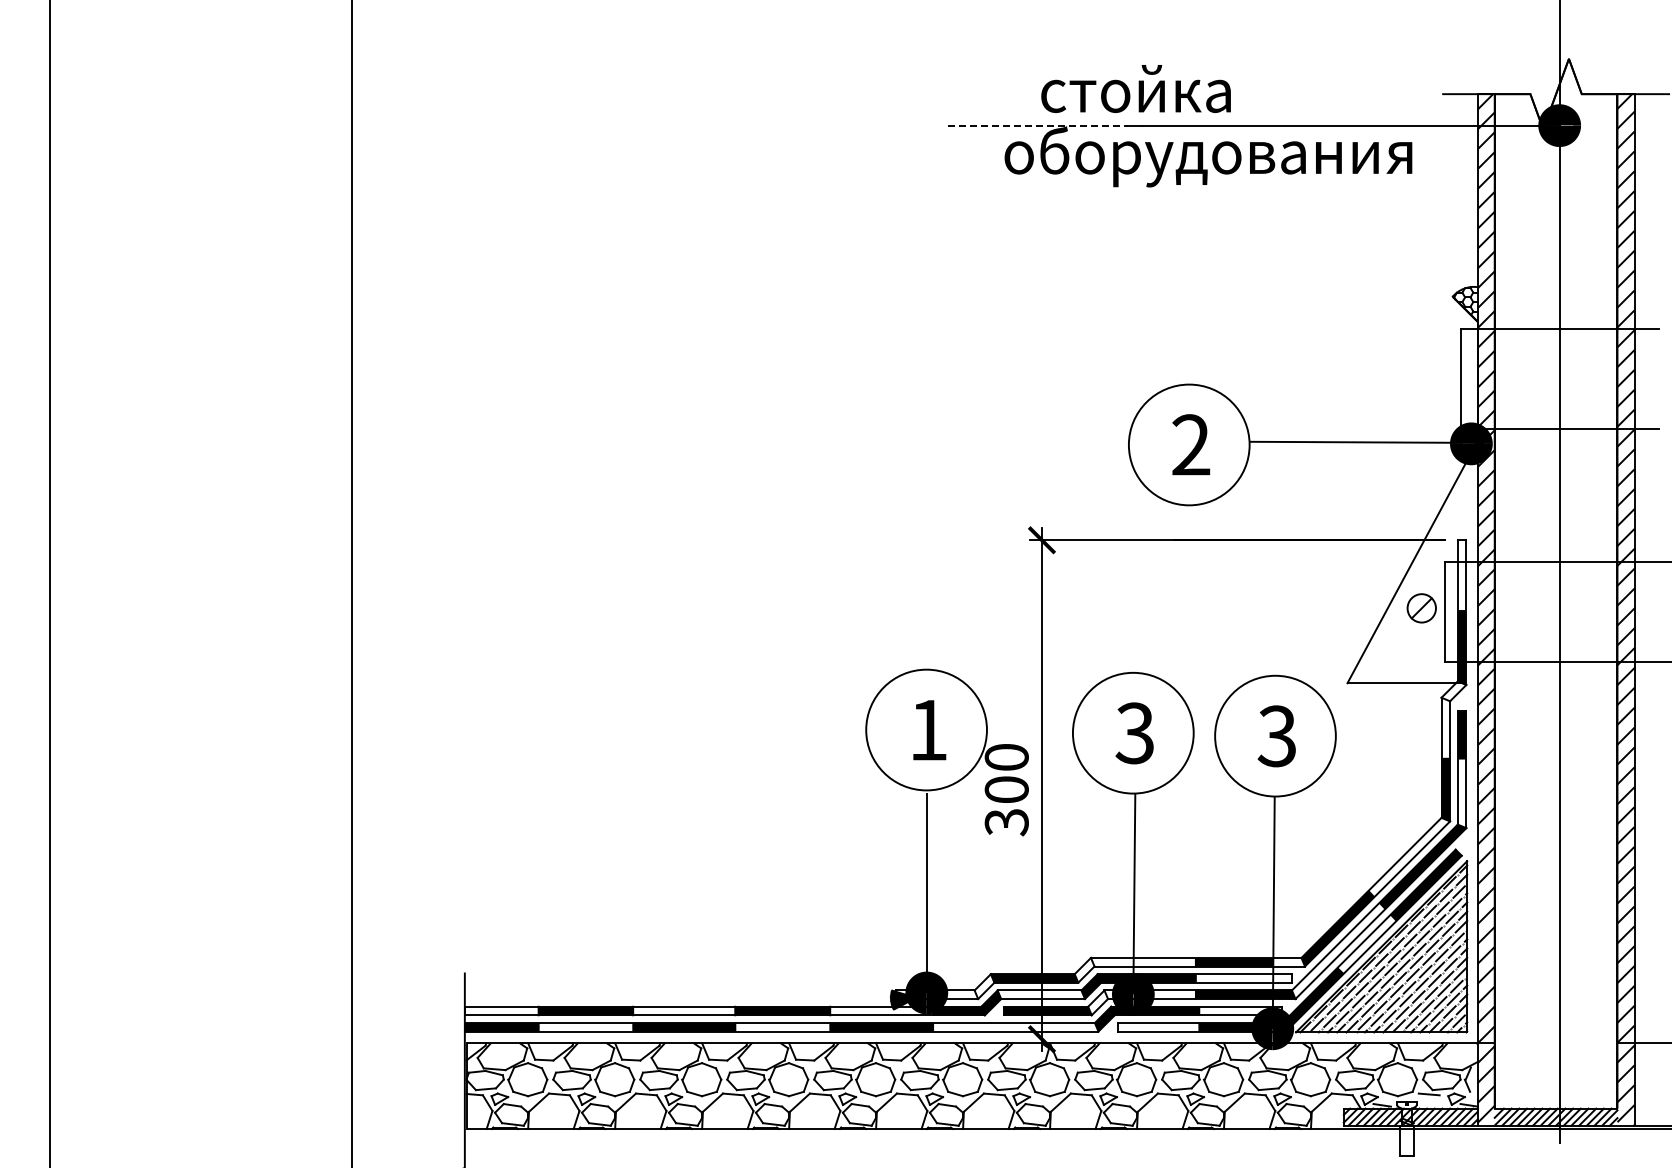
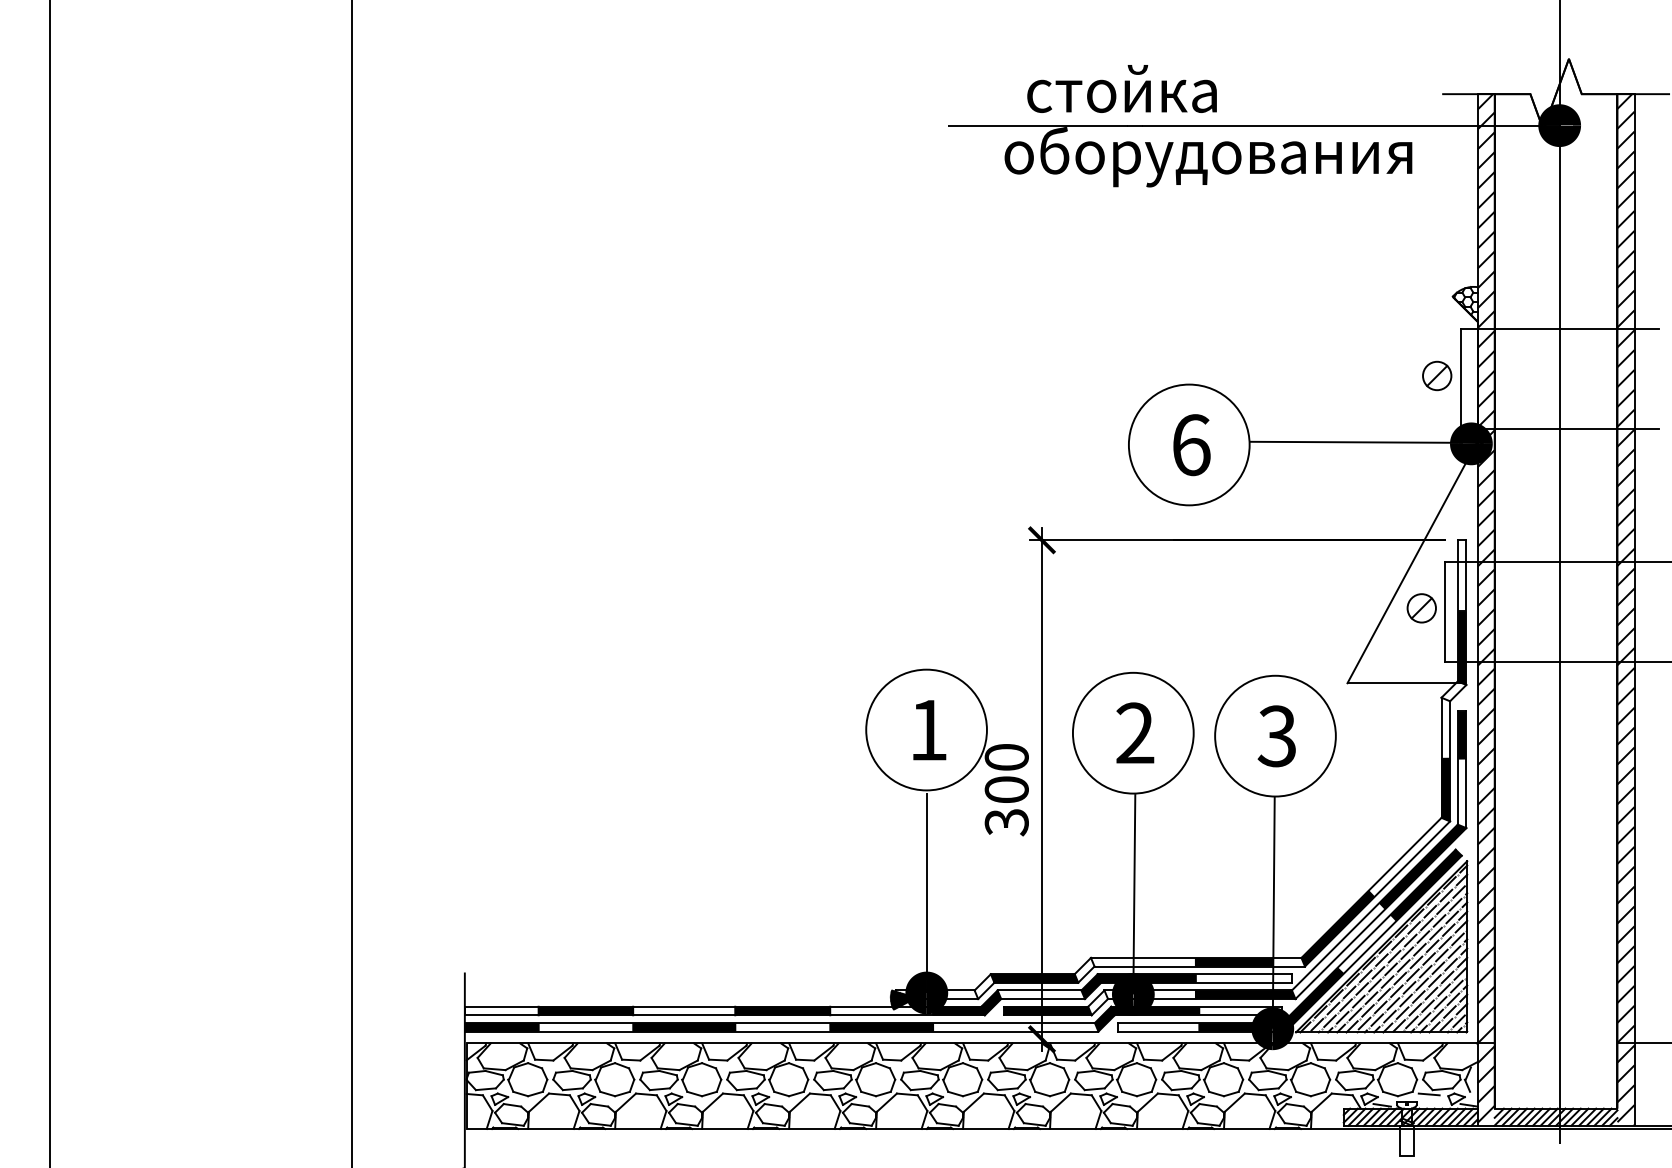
text at (1135, 88) position: (1135, 88) -> (1121, 88)
line at (1037, 125): dashed -> solid
part at (1437, 375): none -> present
text at (1191, 445): 2 -> 6
text at (1134, 733): 3 -> 2
